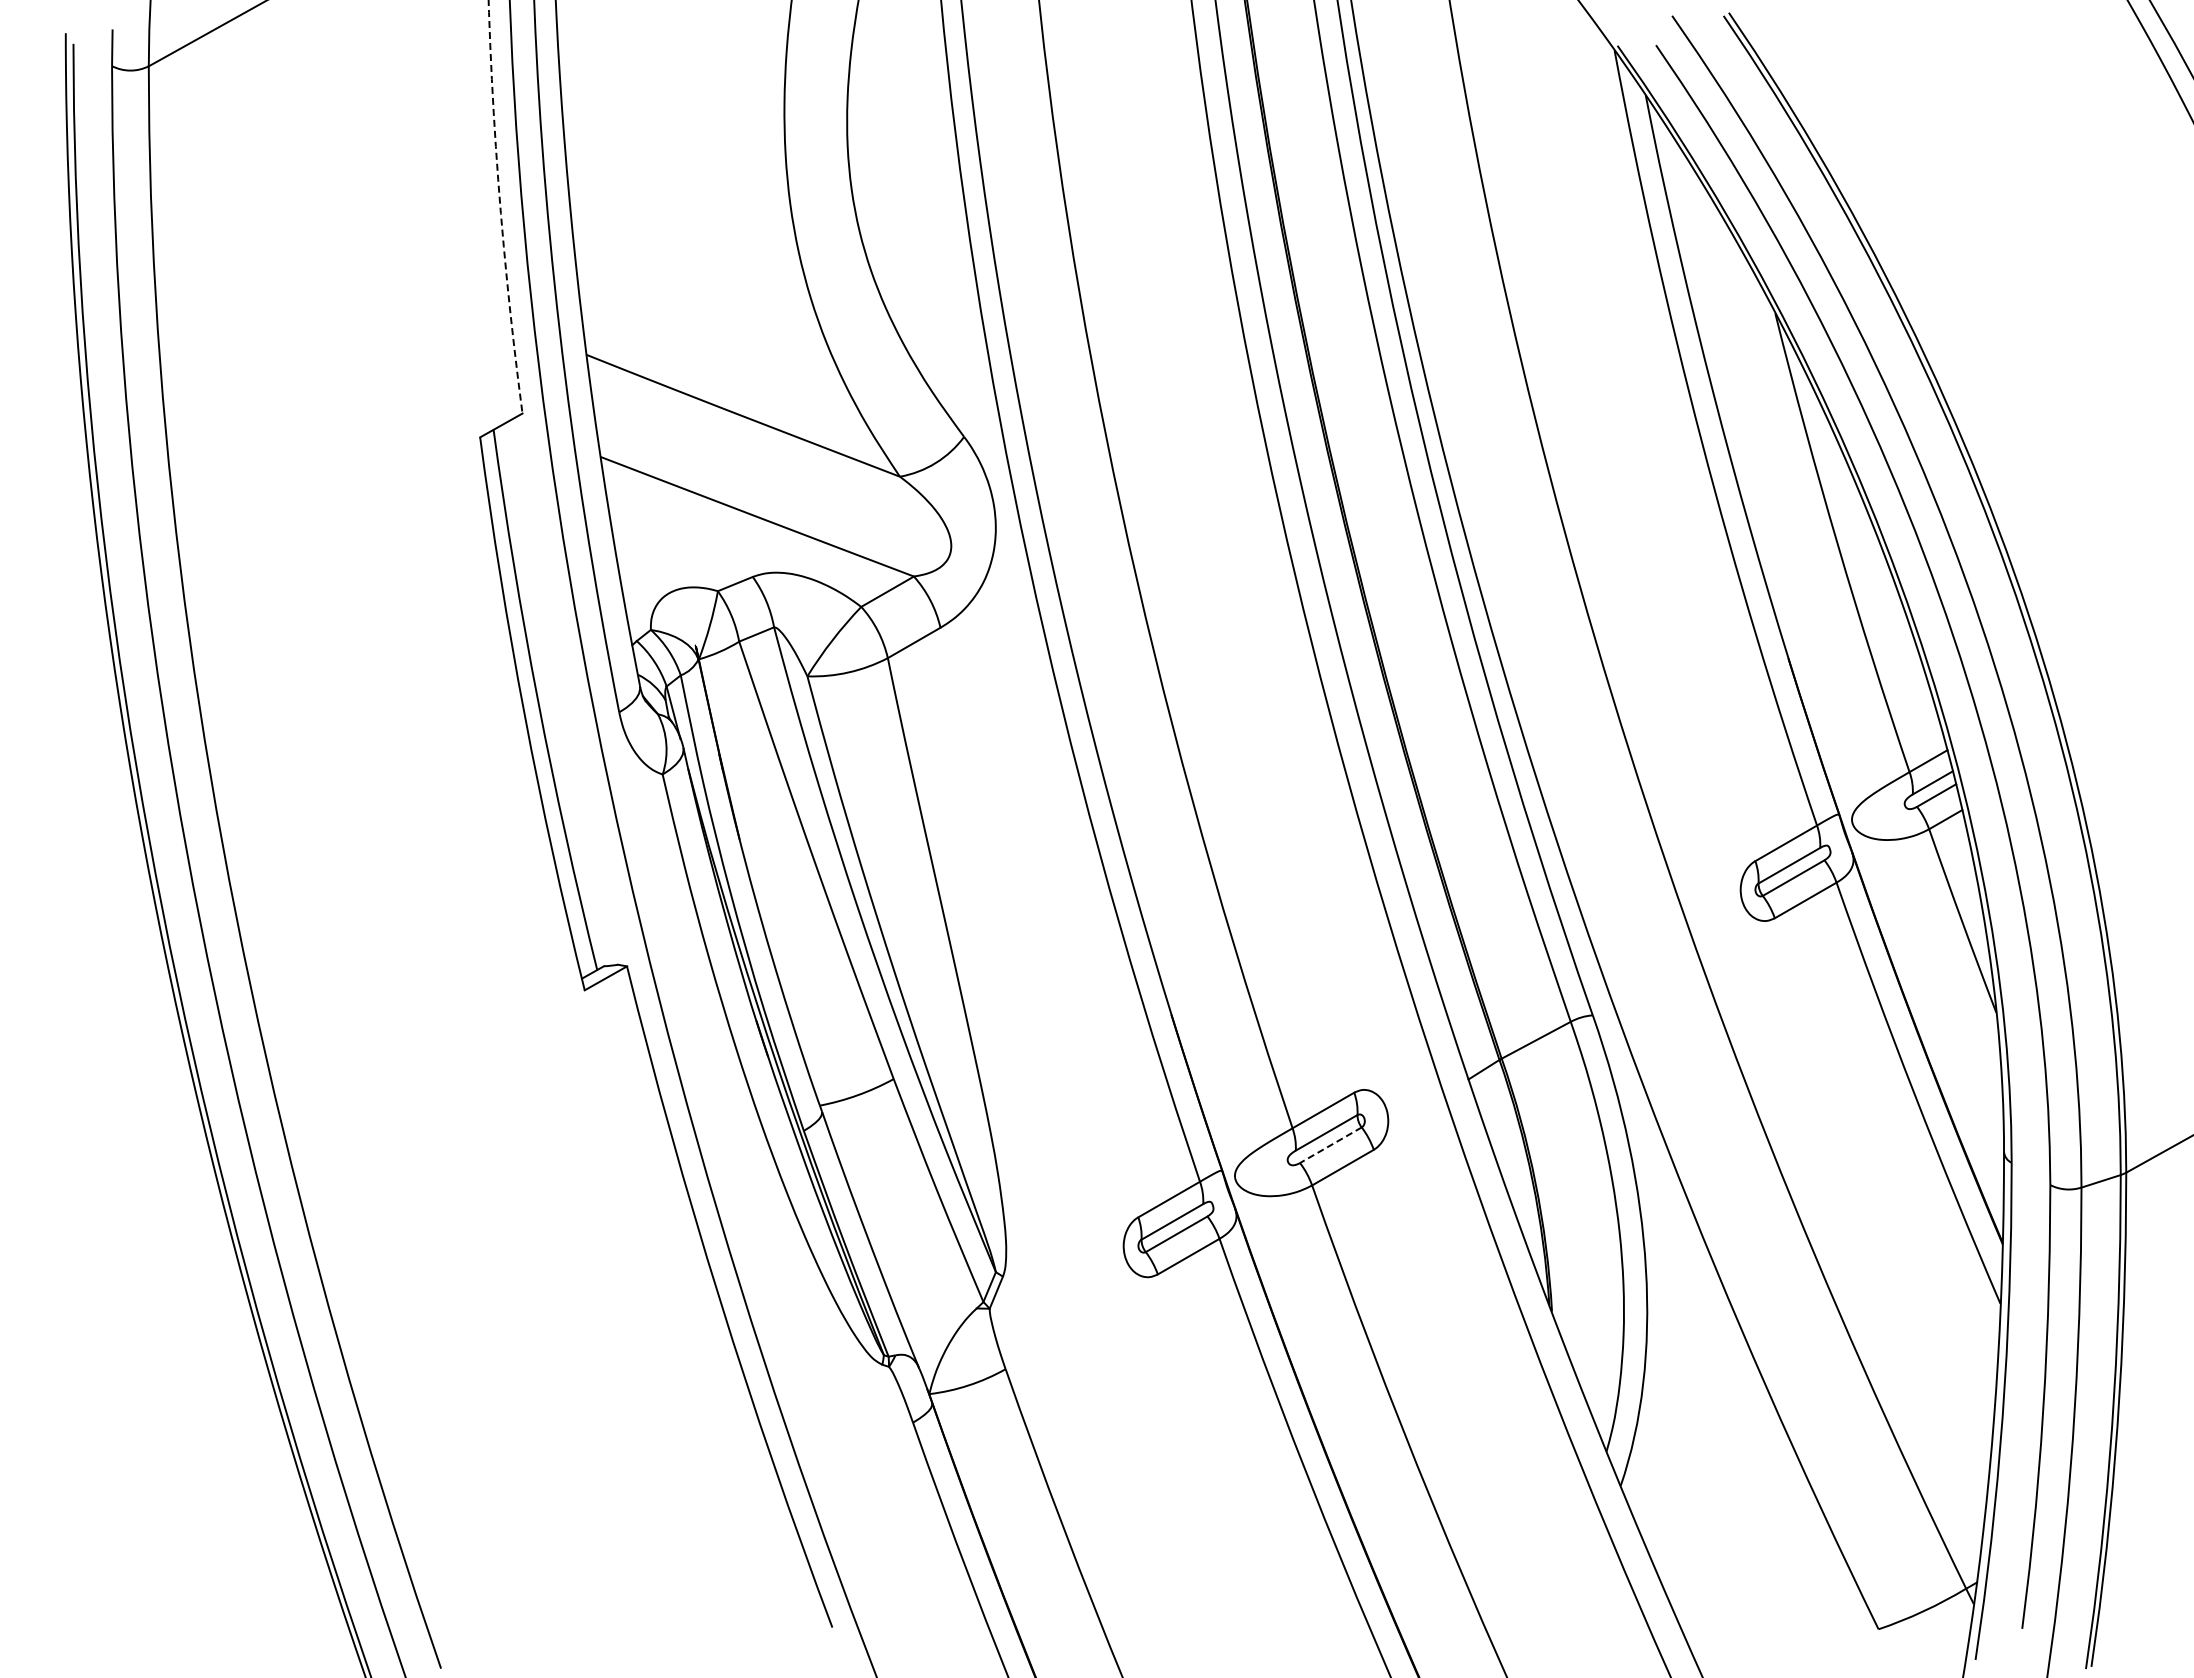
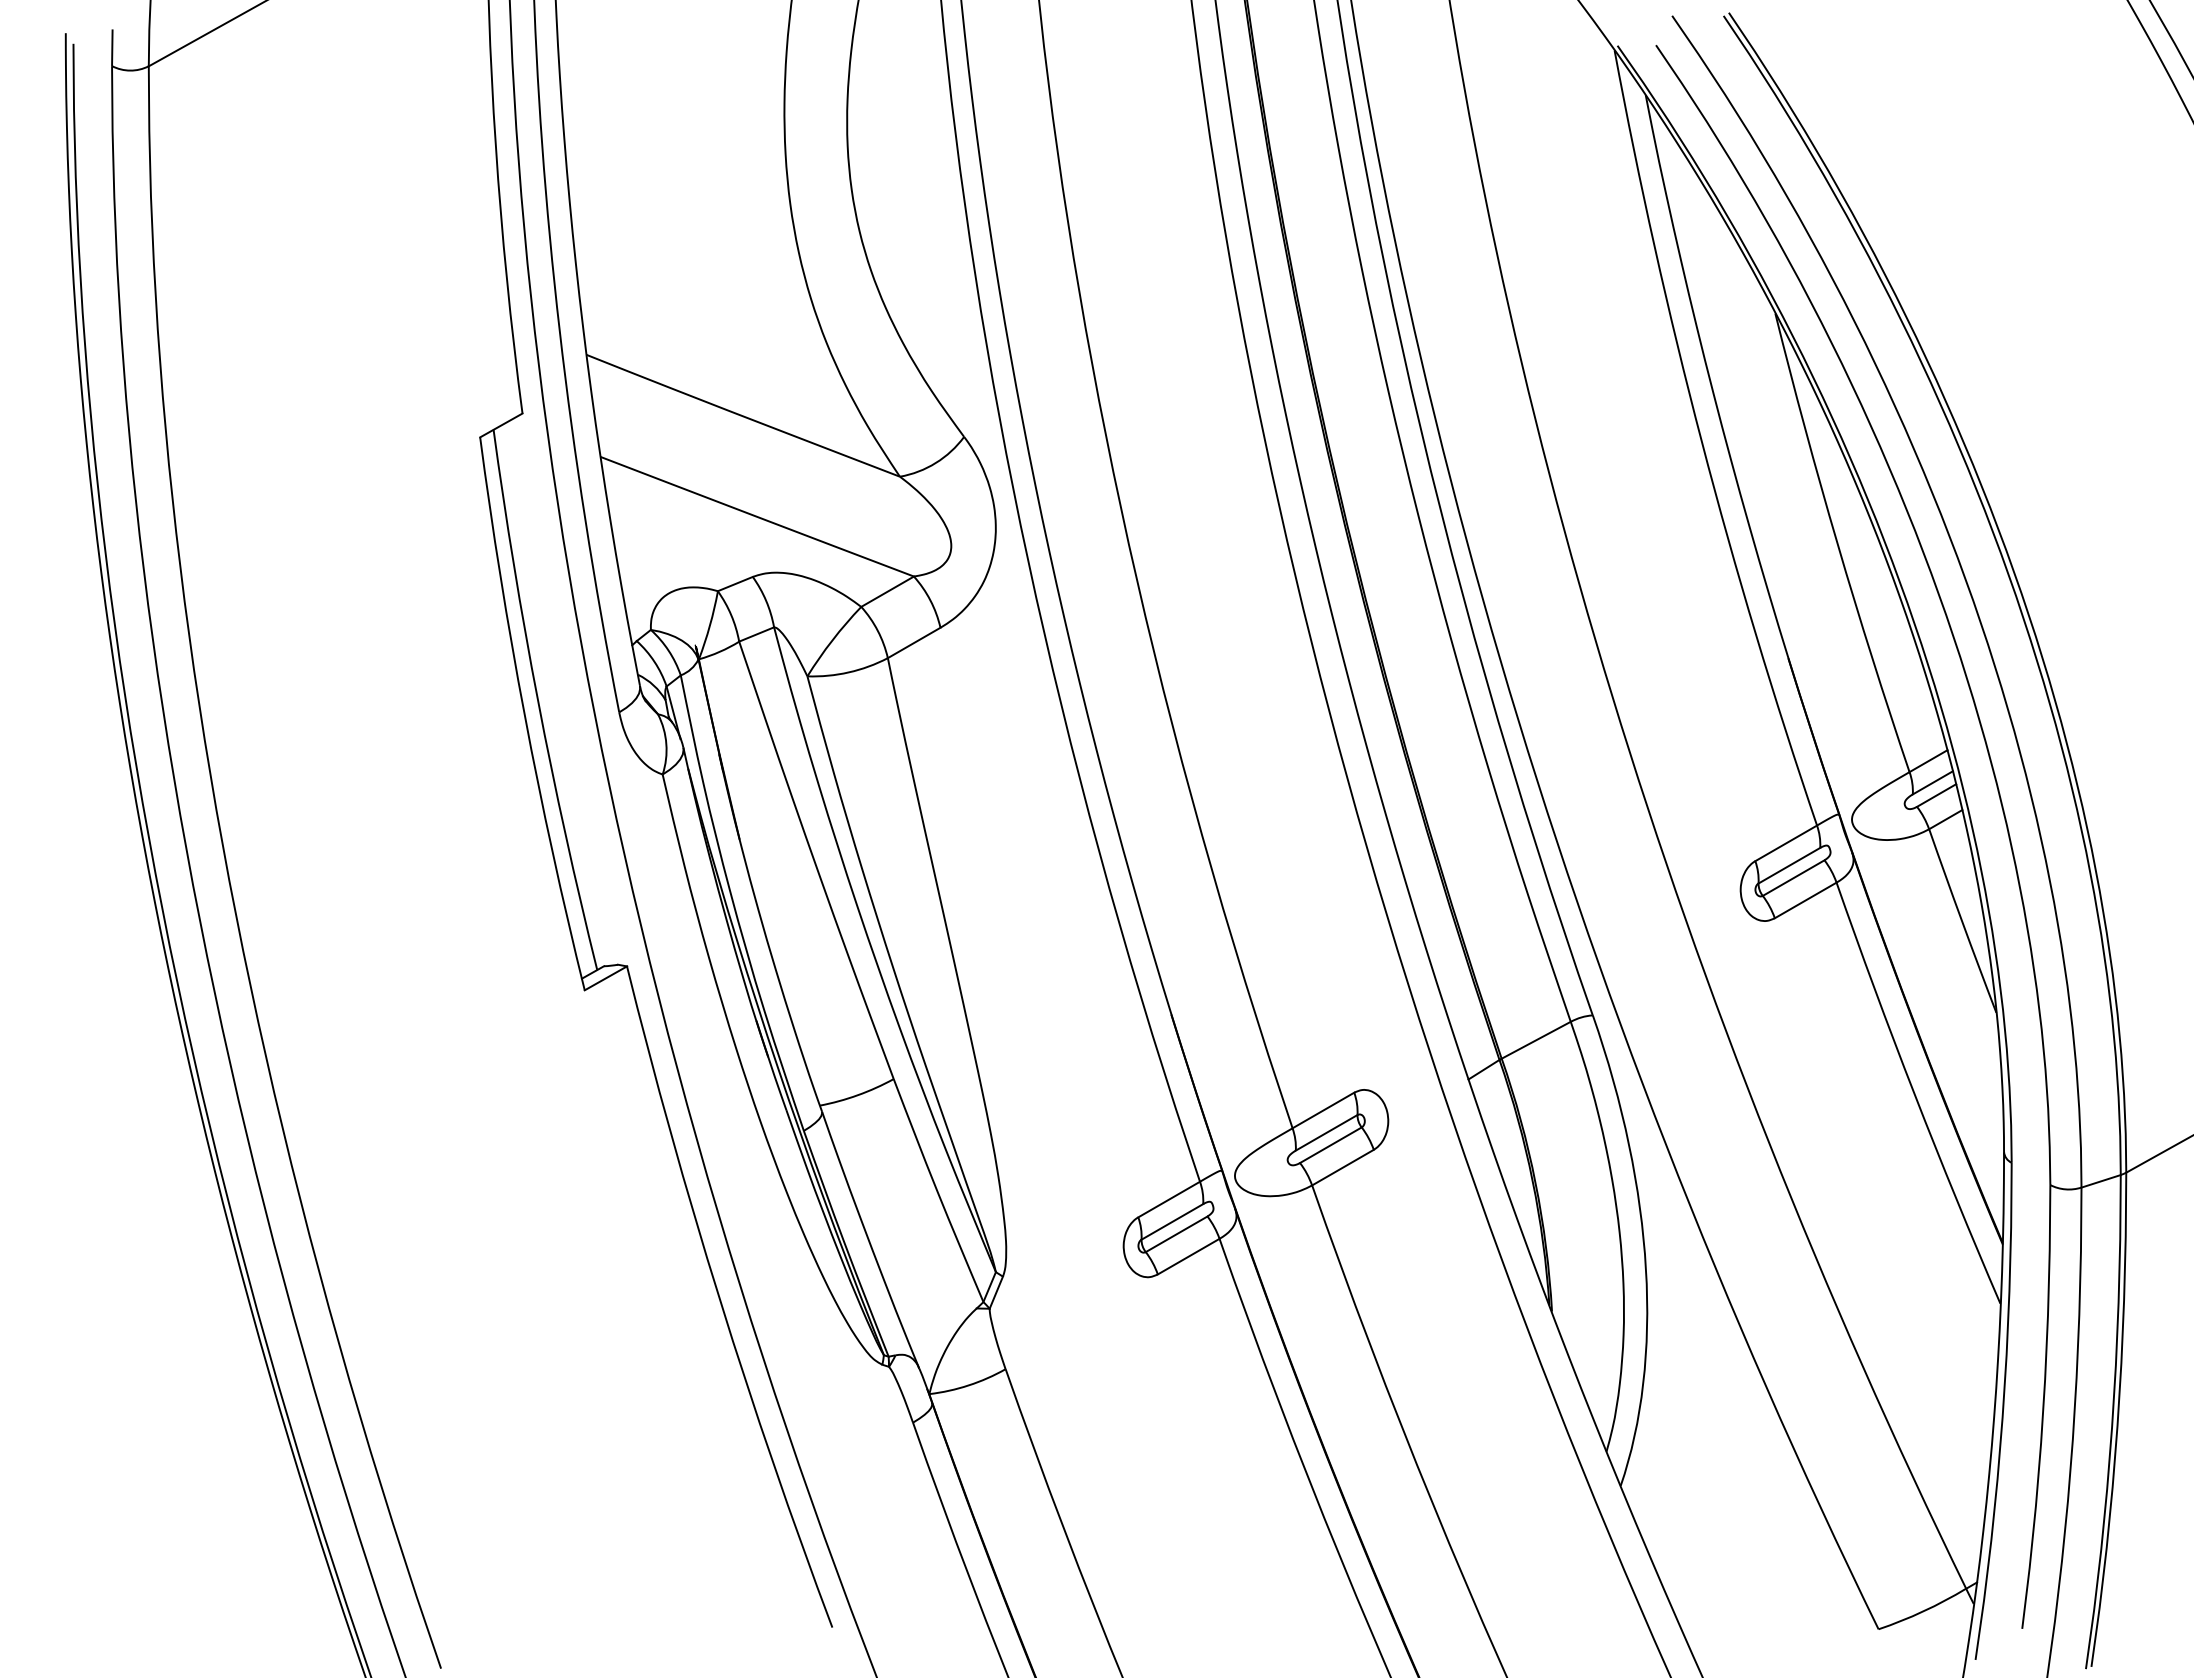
arc at (500, 207): dashed -> solid
line at (1330, 1145): dashed -> solid
